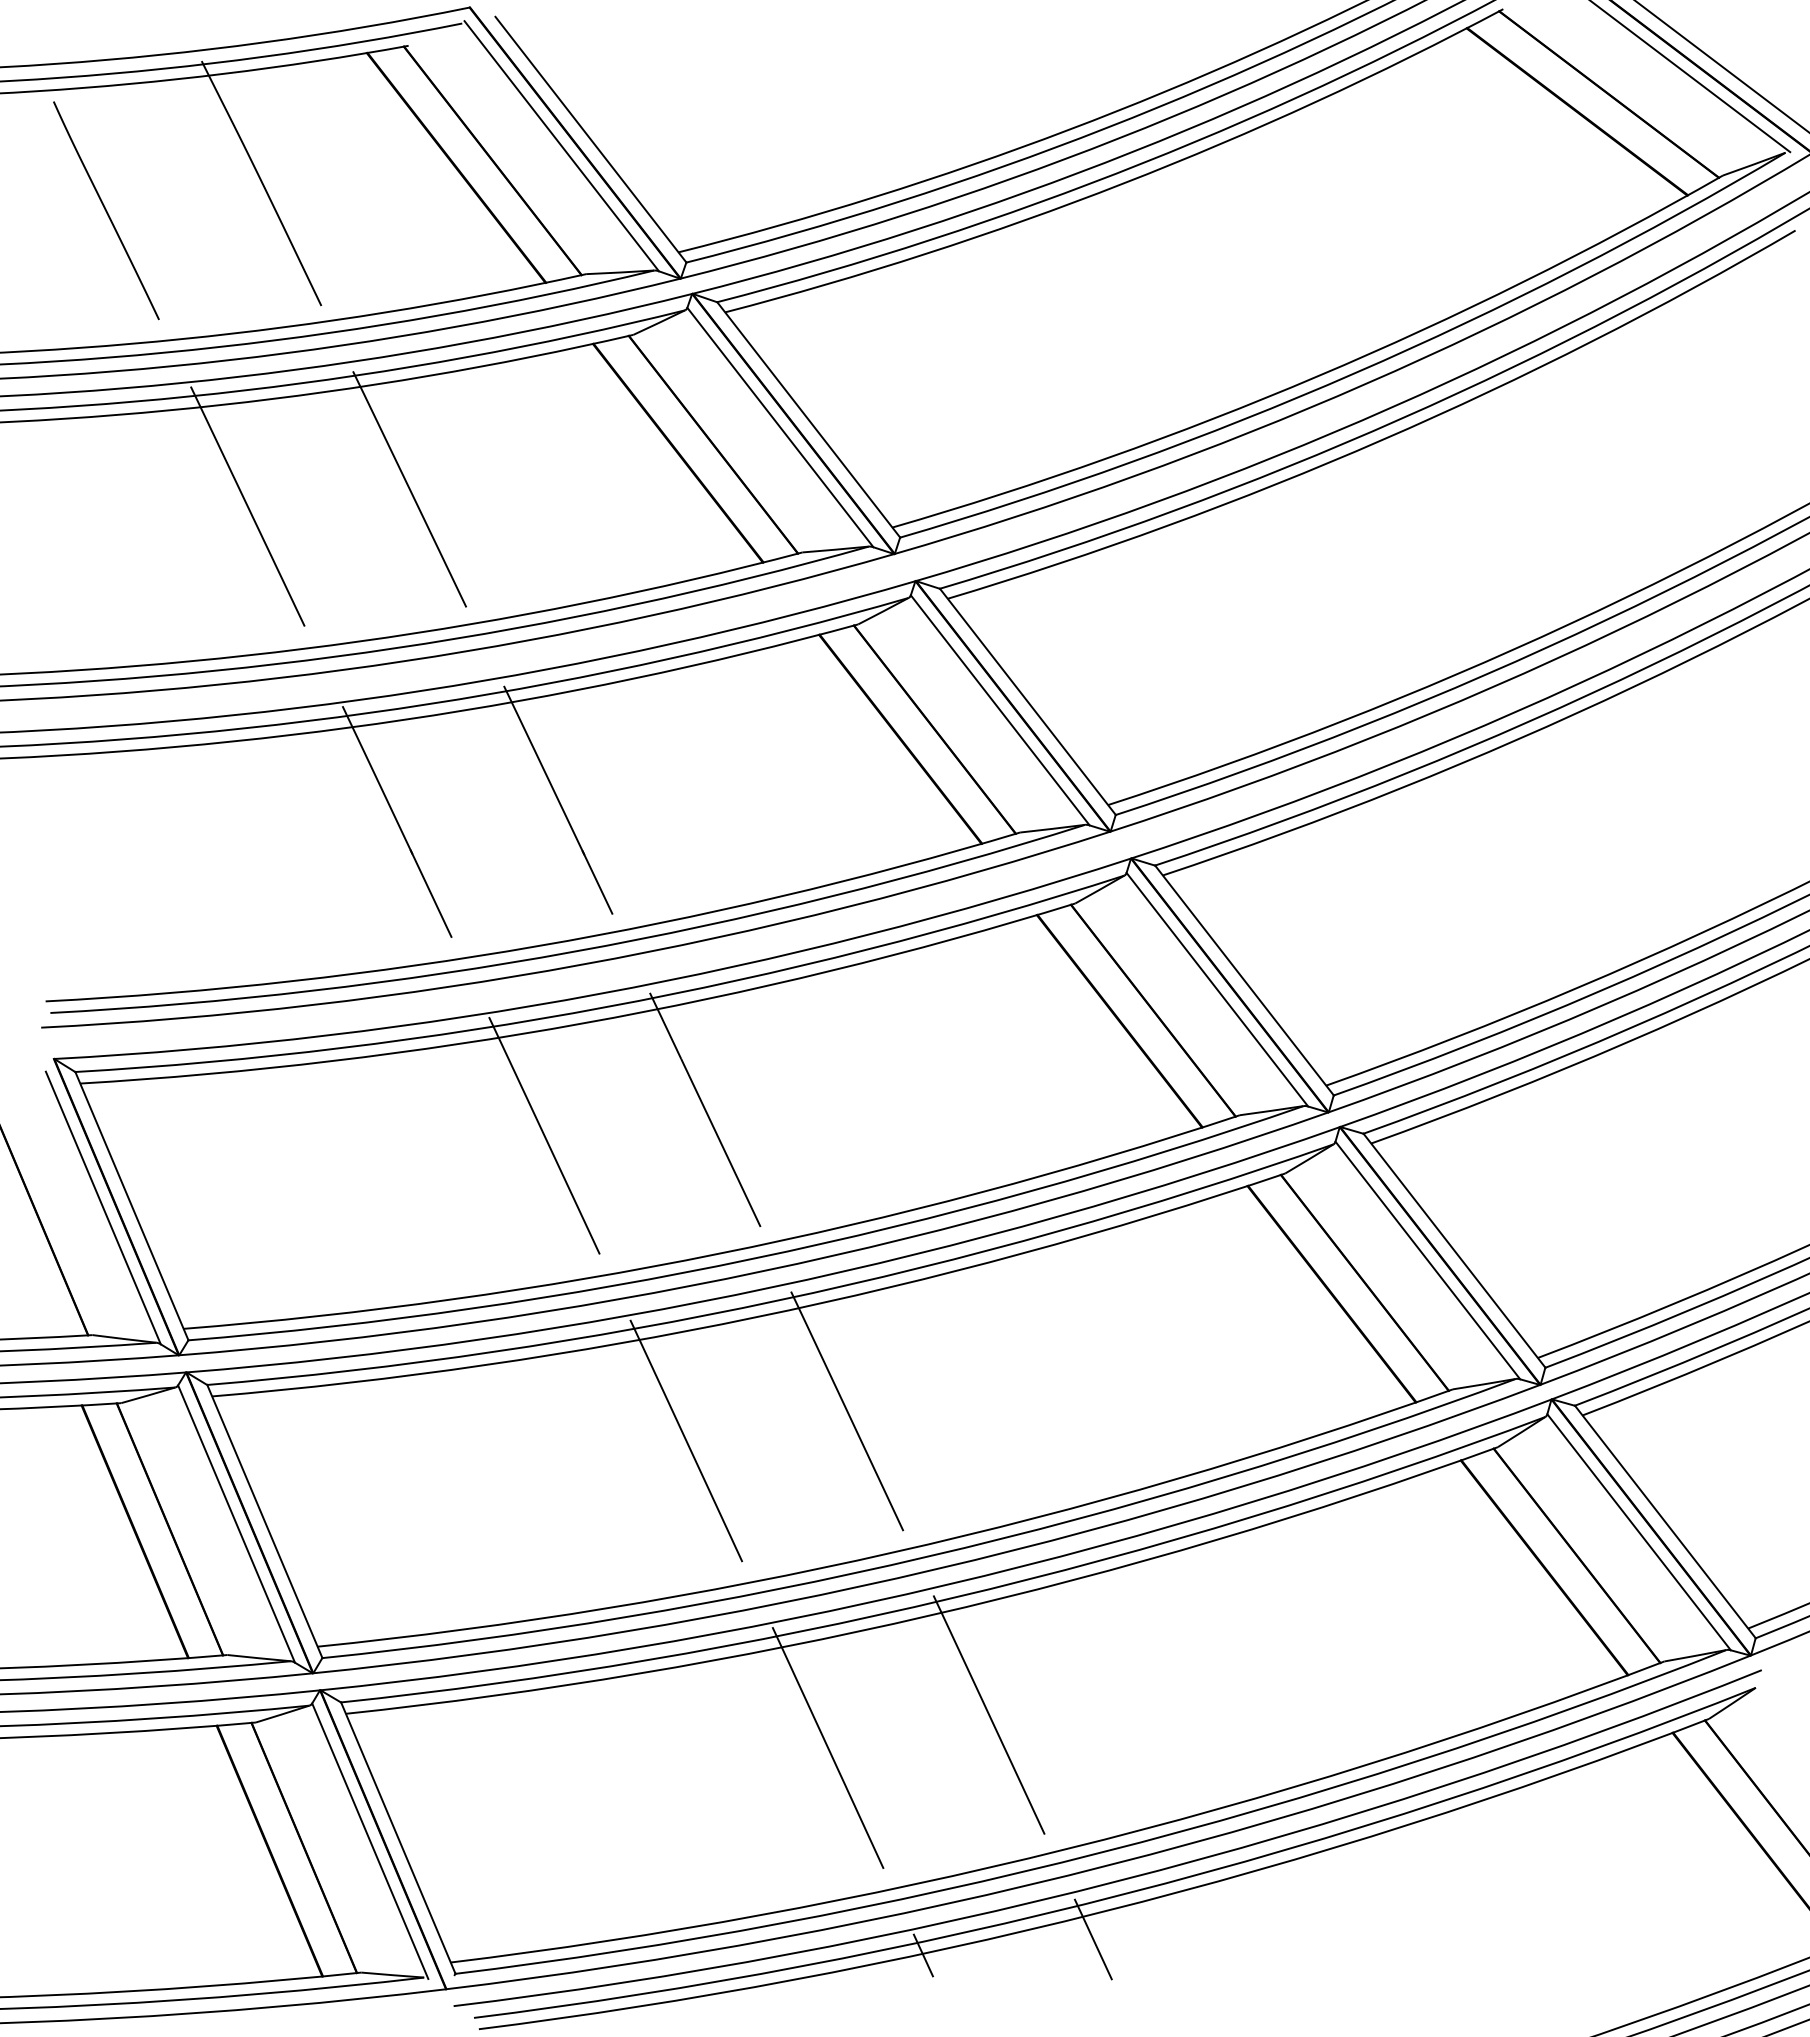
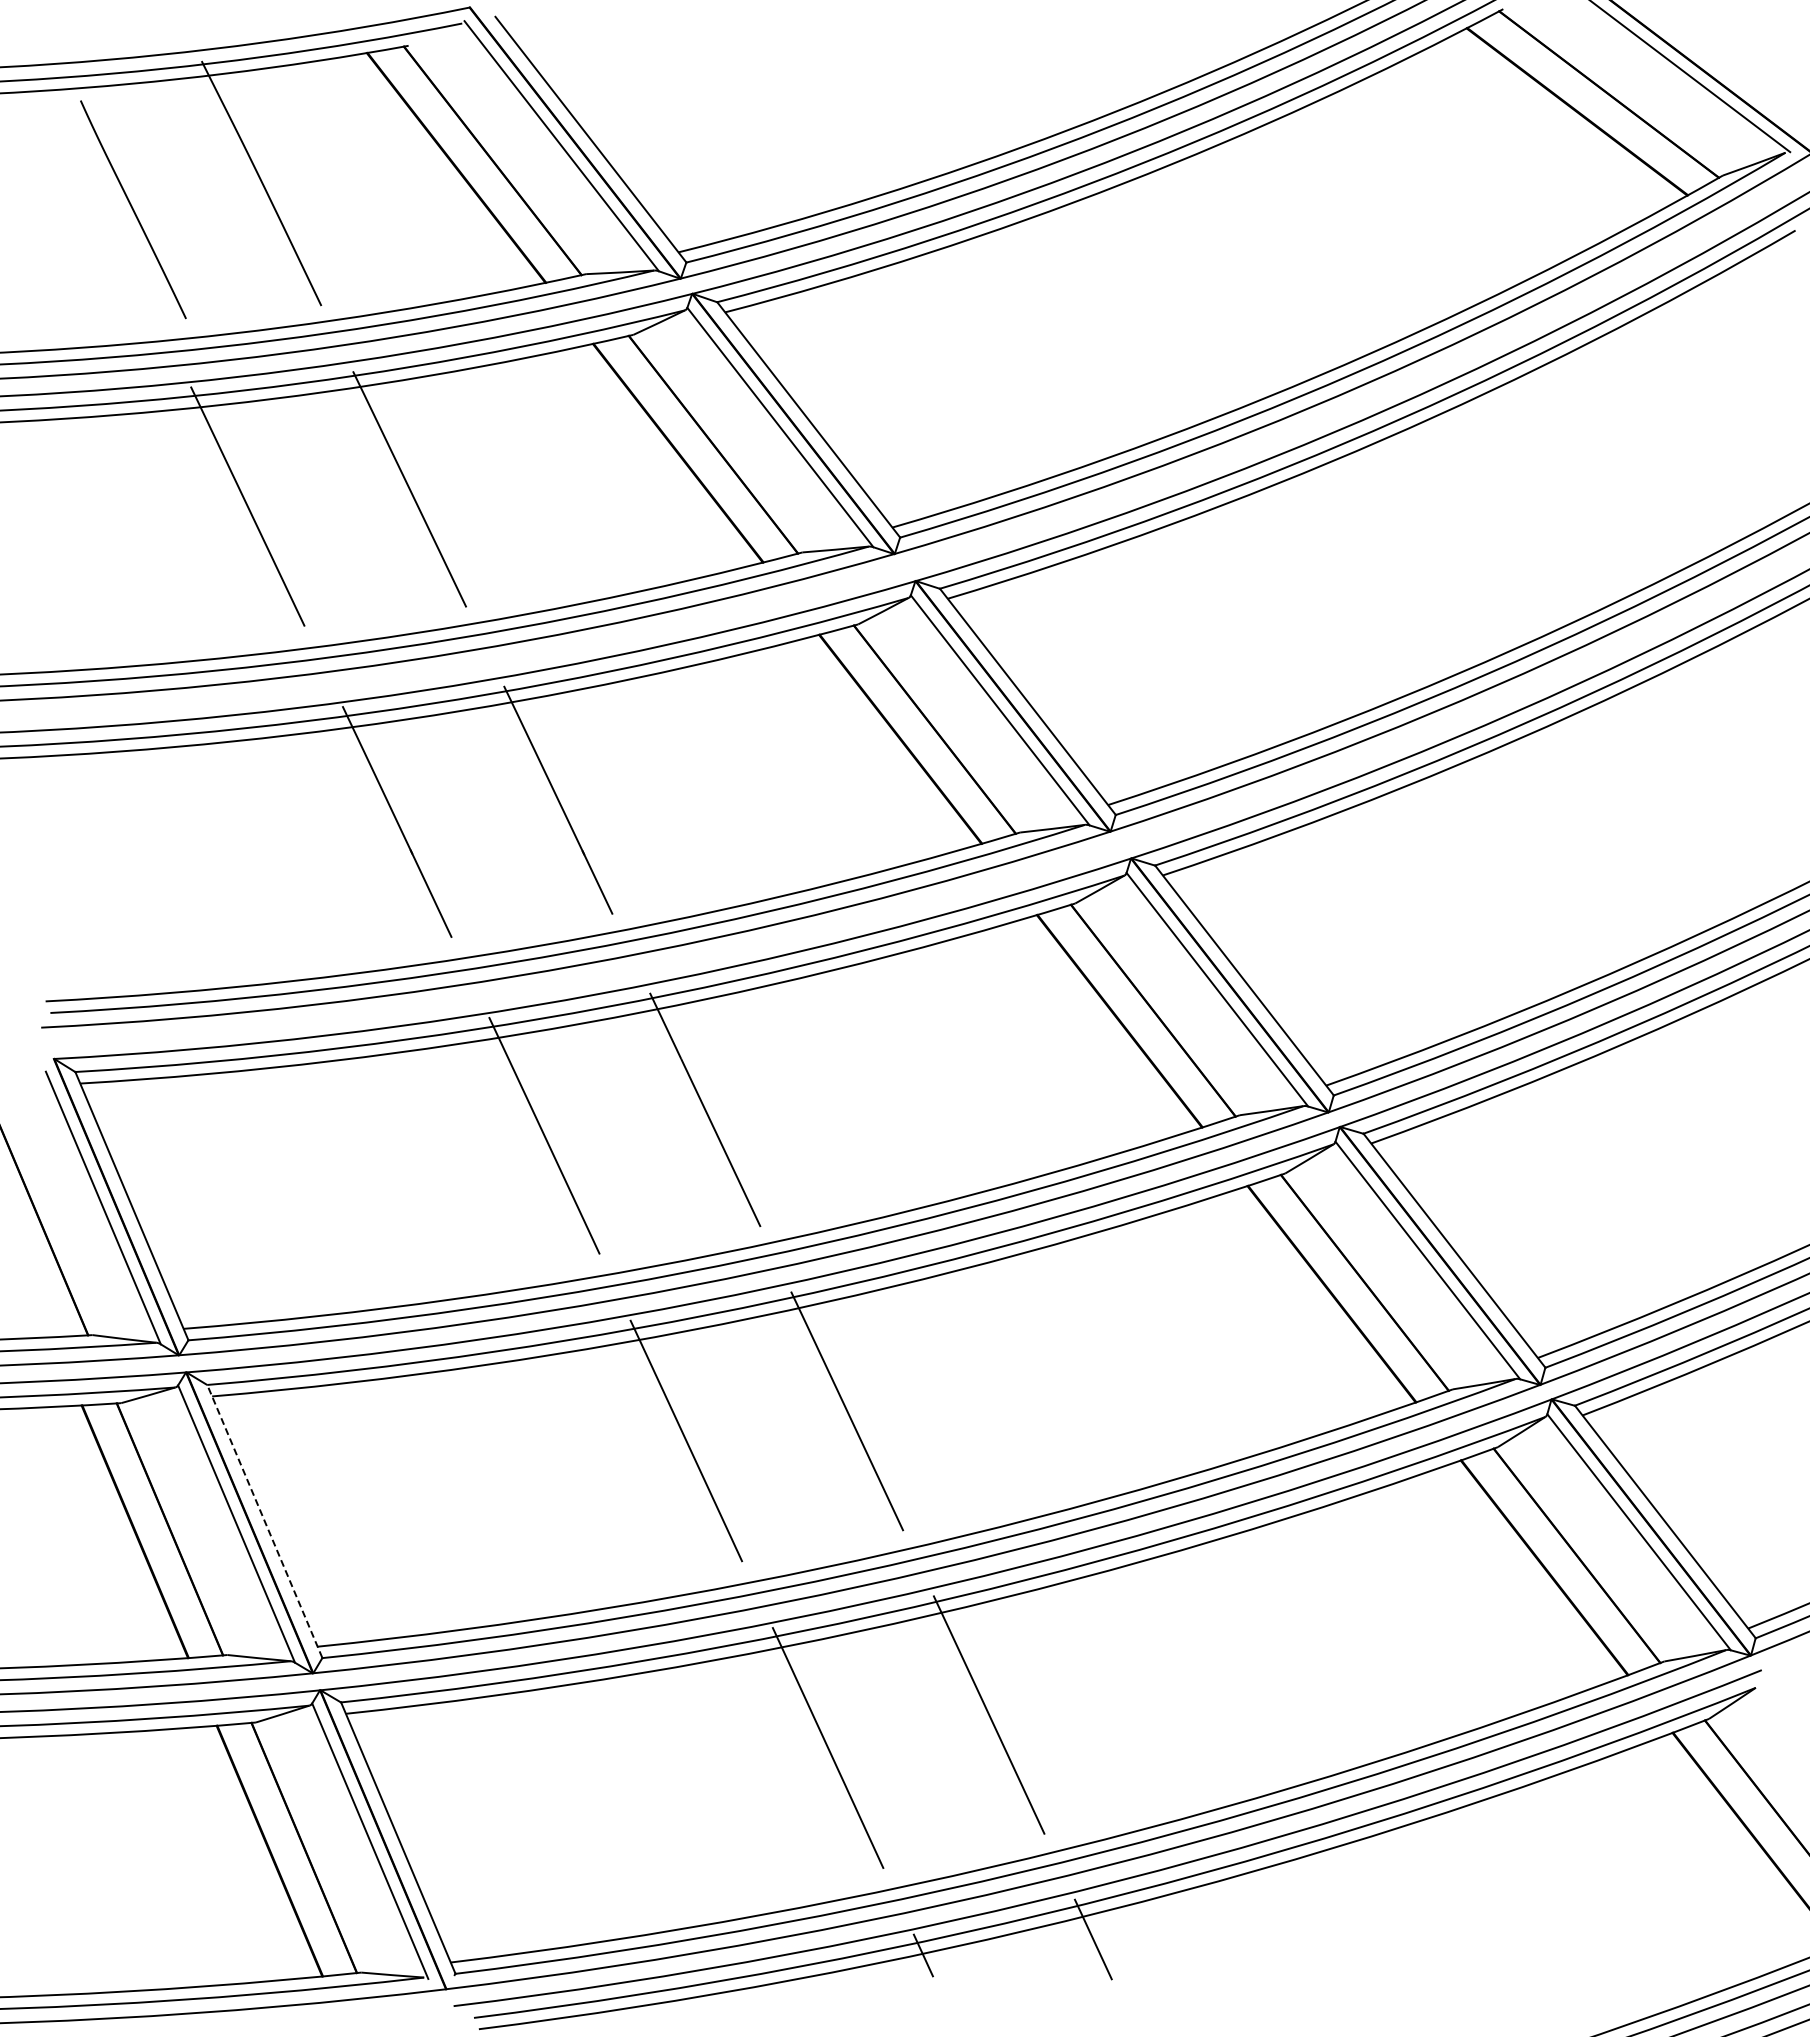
line at (1721, 66): present -> none
curve at (106, 210) position: (106, 210) -> (133, 209)
line at (264, 1520): solid -> dashed
